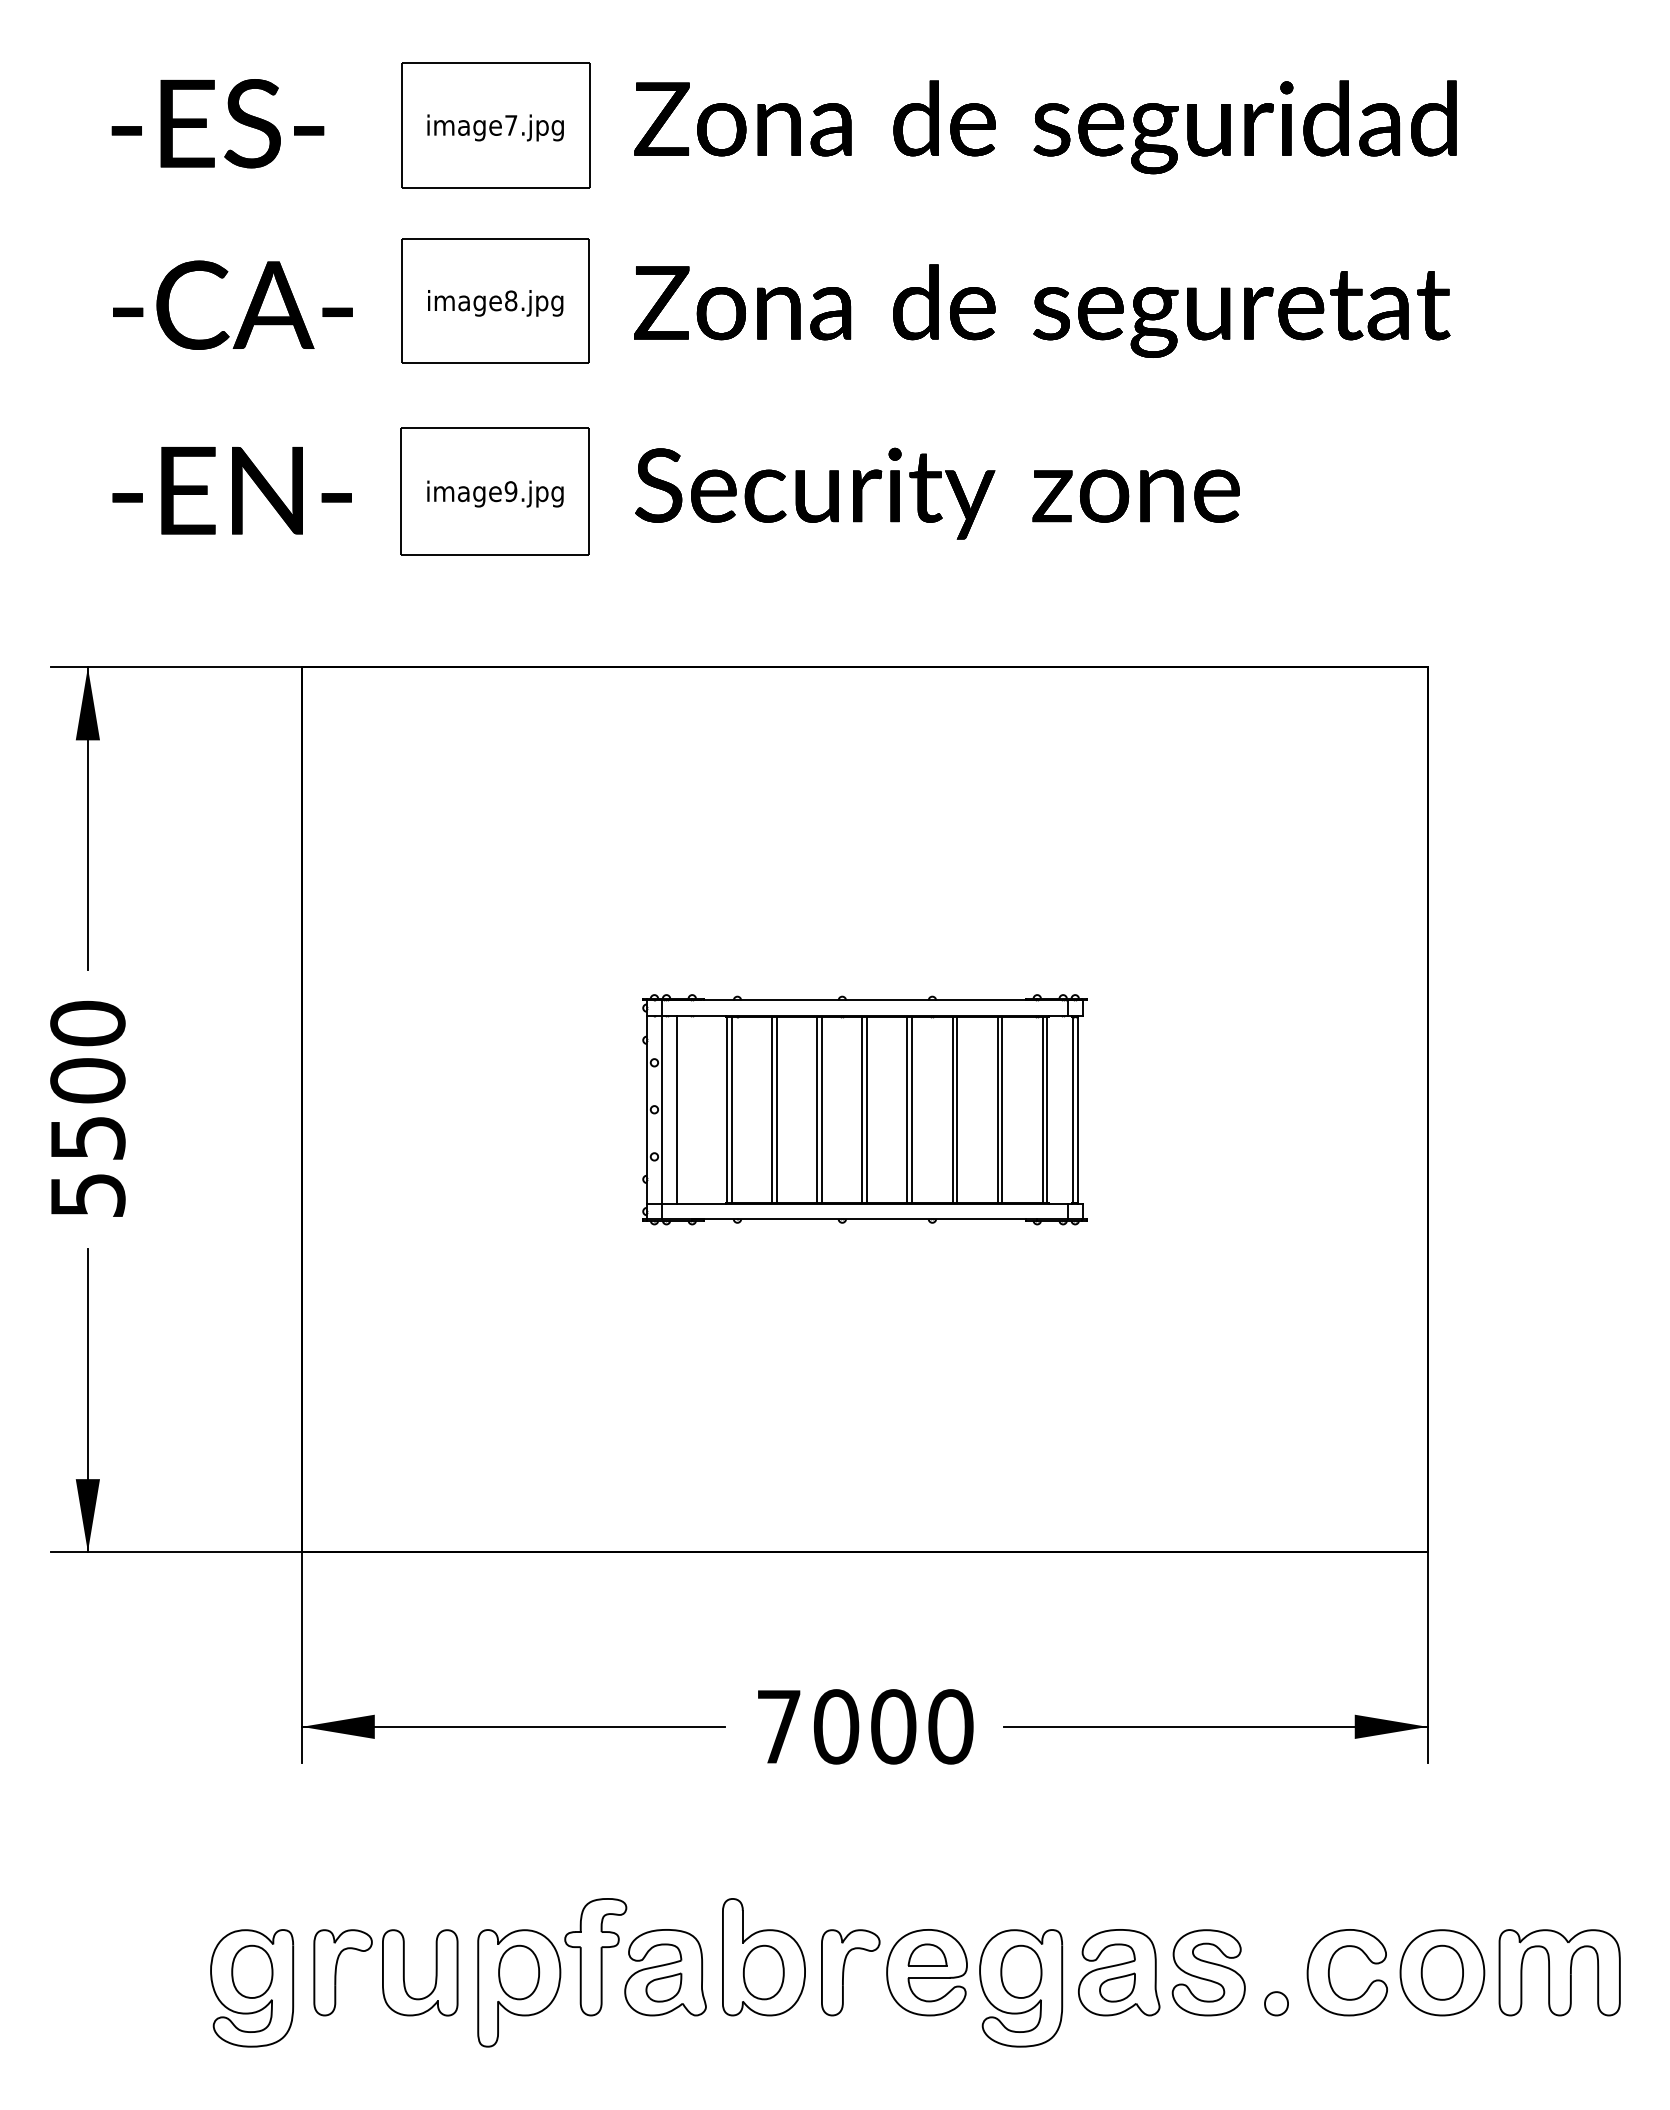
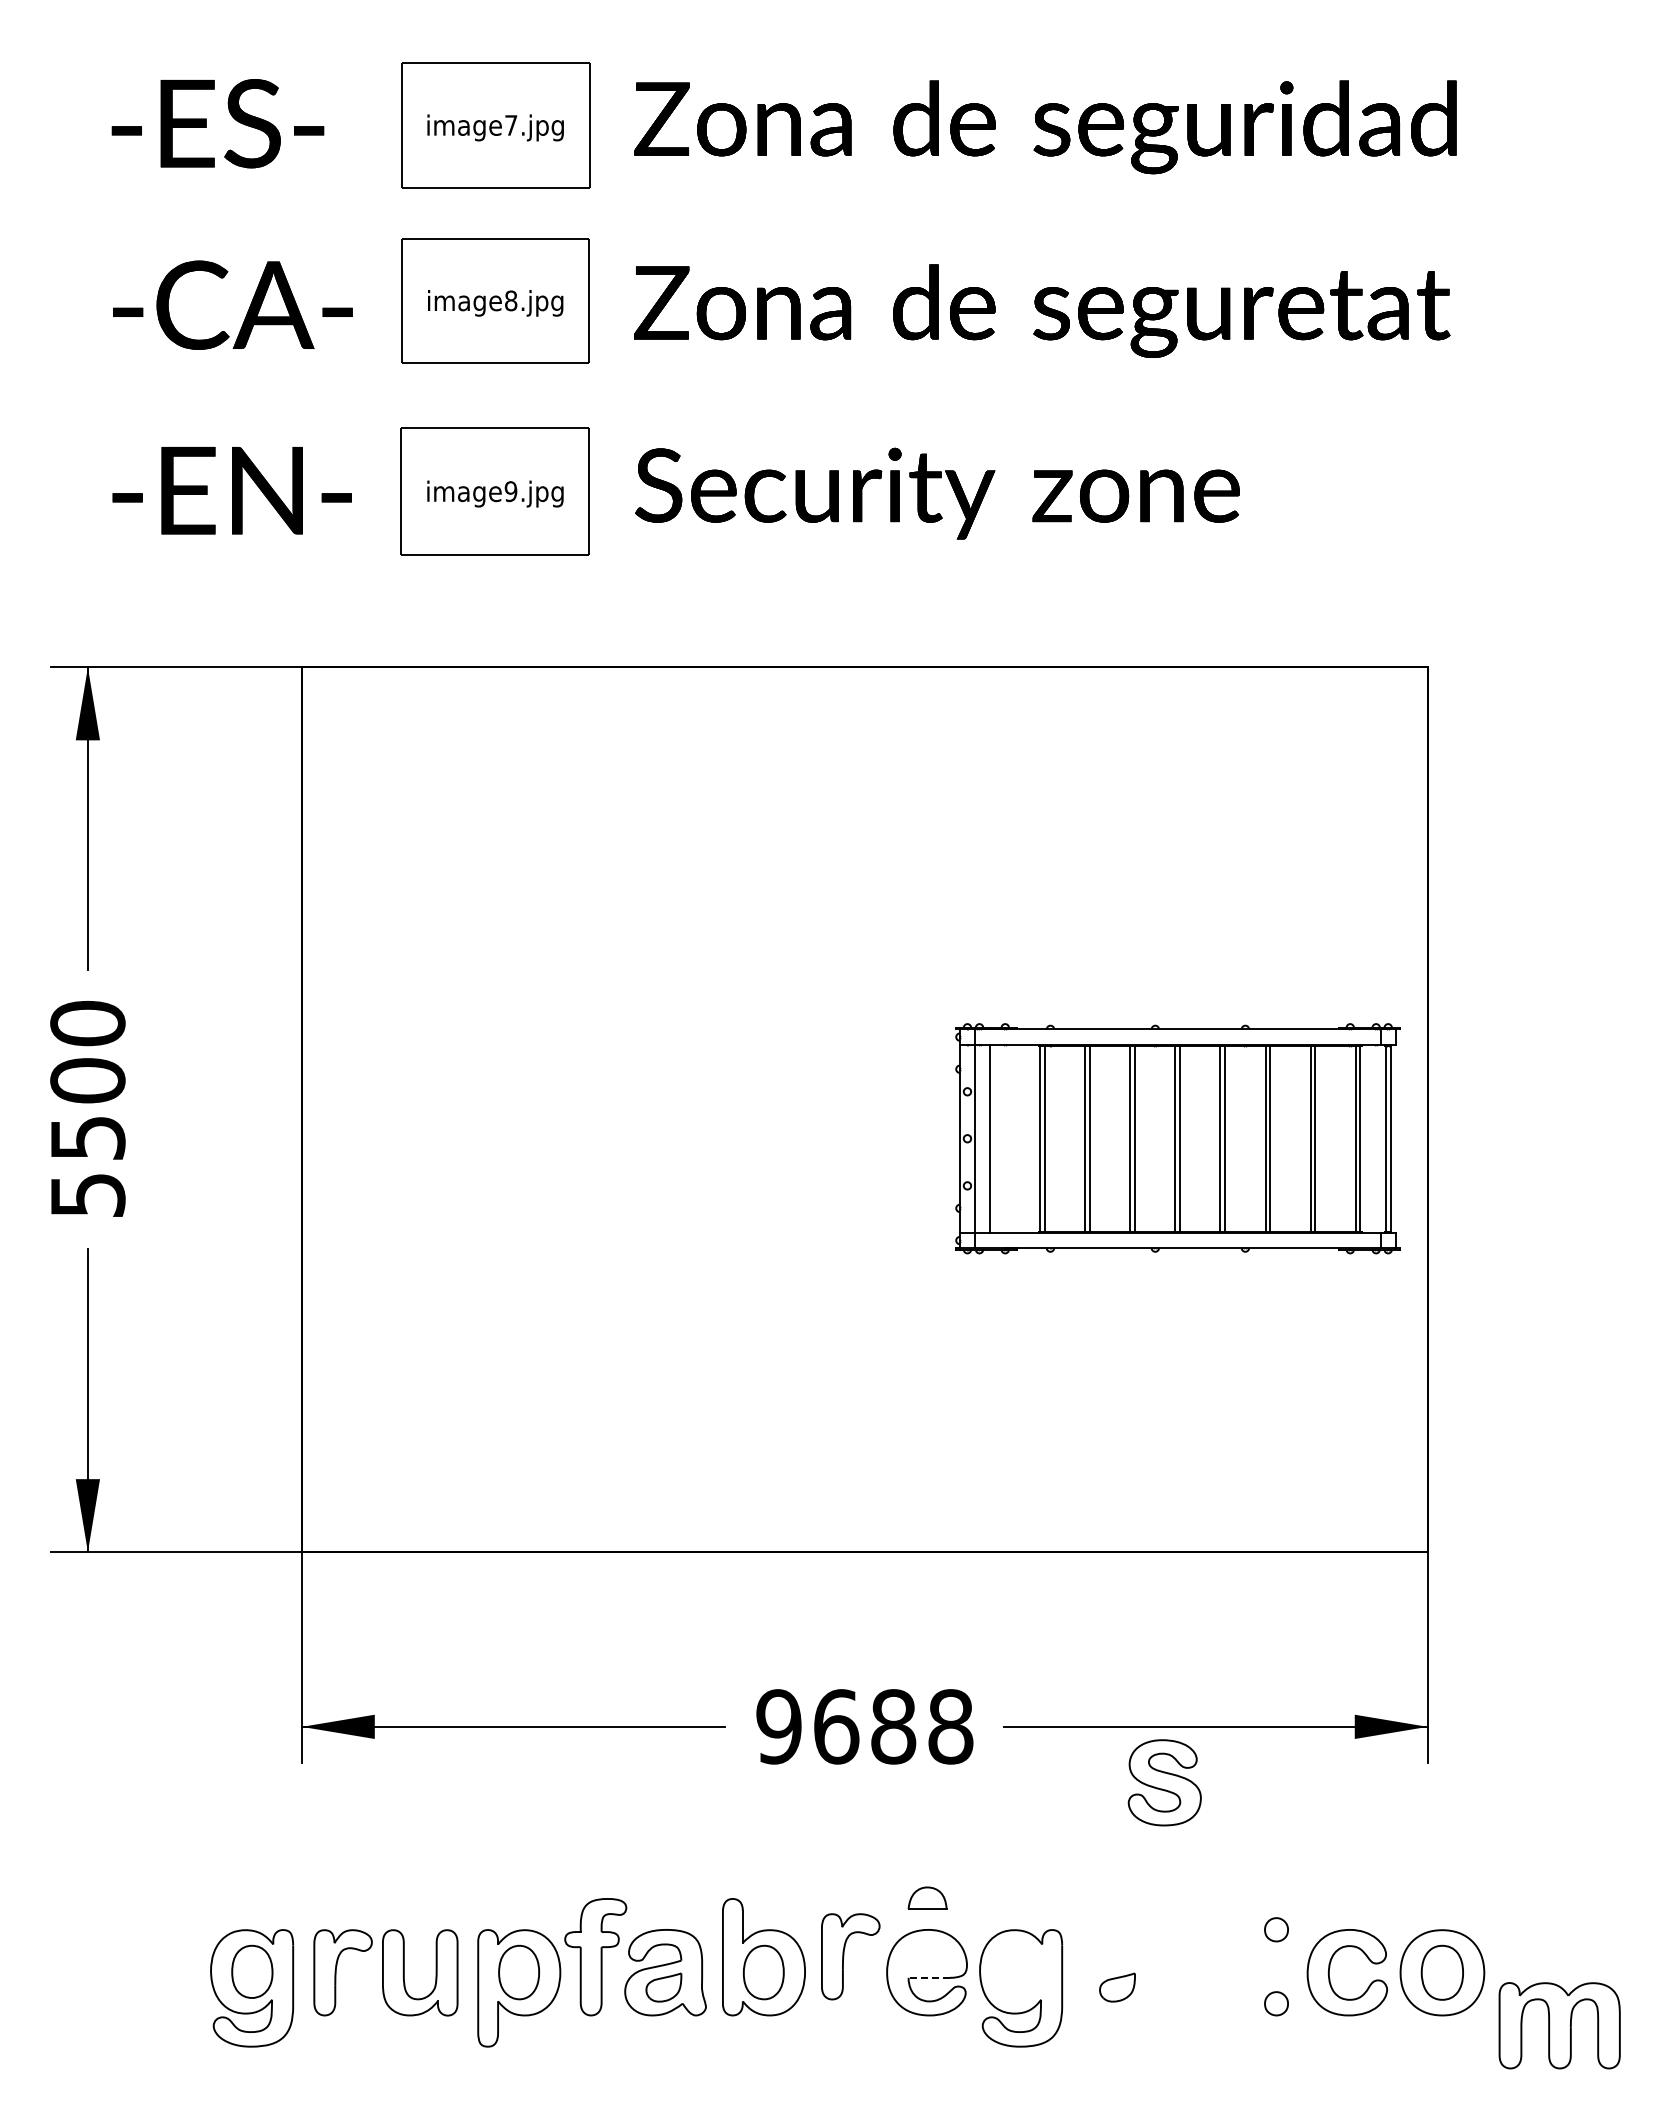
part at (864, 1109) position: (864, 1109) -> (1177, 1138)
text at (864, 1726): 7000 -> 9688
part at (1276, 1929): none -> present
part at (927, 1954) position: (927, 1954) -> (927, 1897)
part at (1021, 1971): present -> none
part at (850, 1972) position: (850, 1972) -> (850, 1956)
part at (1119, 1972): present -> none
part at (1208, 1972) position: (1208, 1972) -> (1164, 1782)
part at (1559, 1972) position: (1559, 1972) -> (1559, 2025)
line at (929, 1977): solid -> dashed
